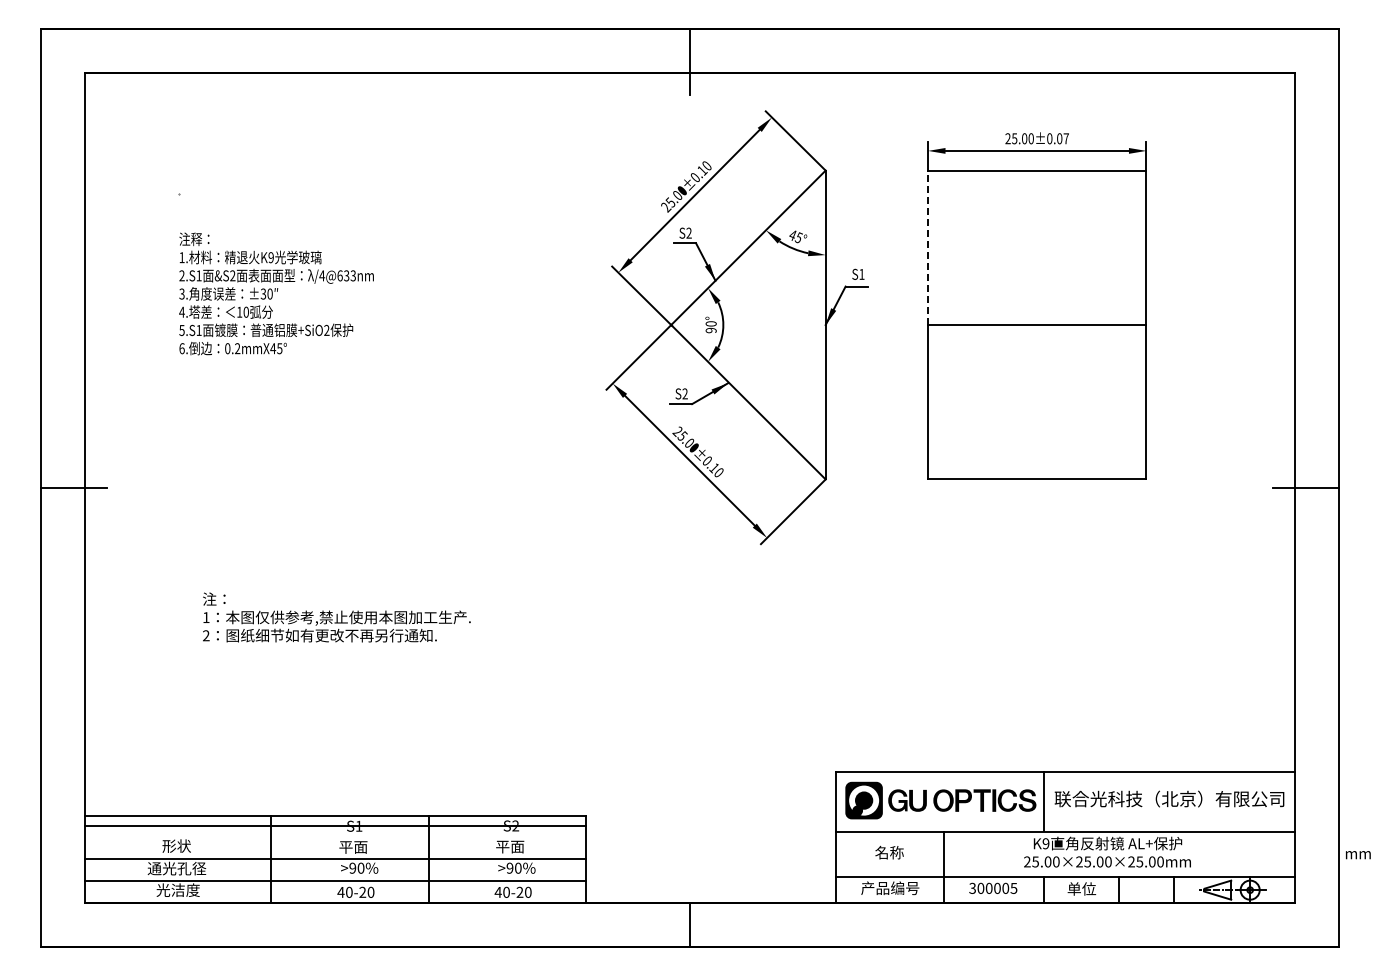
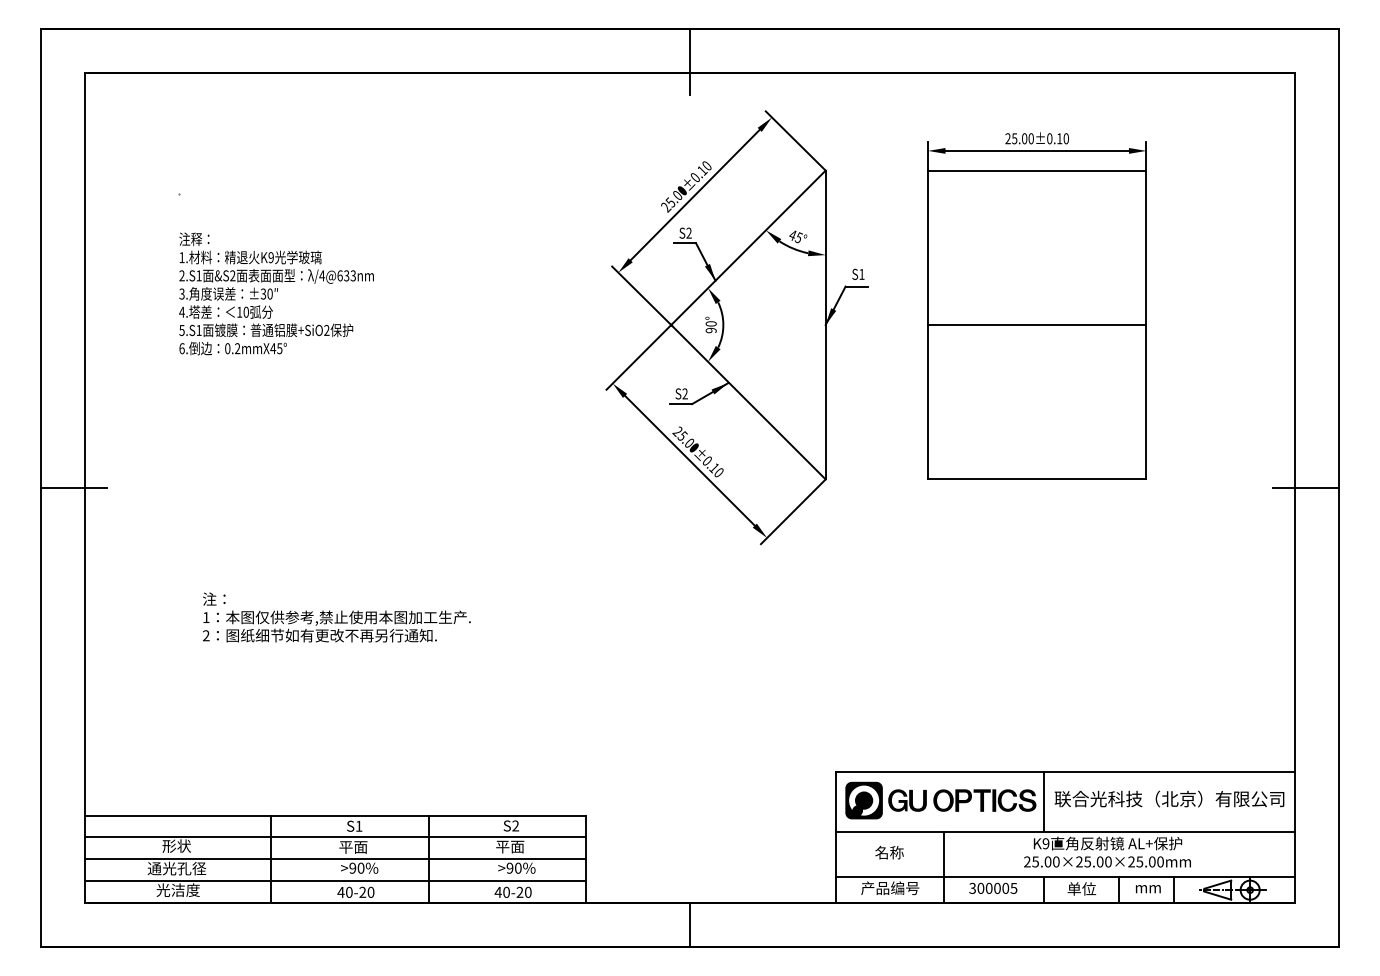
text at (1062, 138): 25.00±0.07 -> 25.00±0.10
line at (928, 247): dashed -> solid
line at (335, 826) position: (335, 826) -> (335, 837)
text at (1358, 855) position: (1358, 855) -> (1148, 889)
